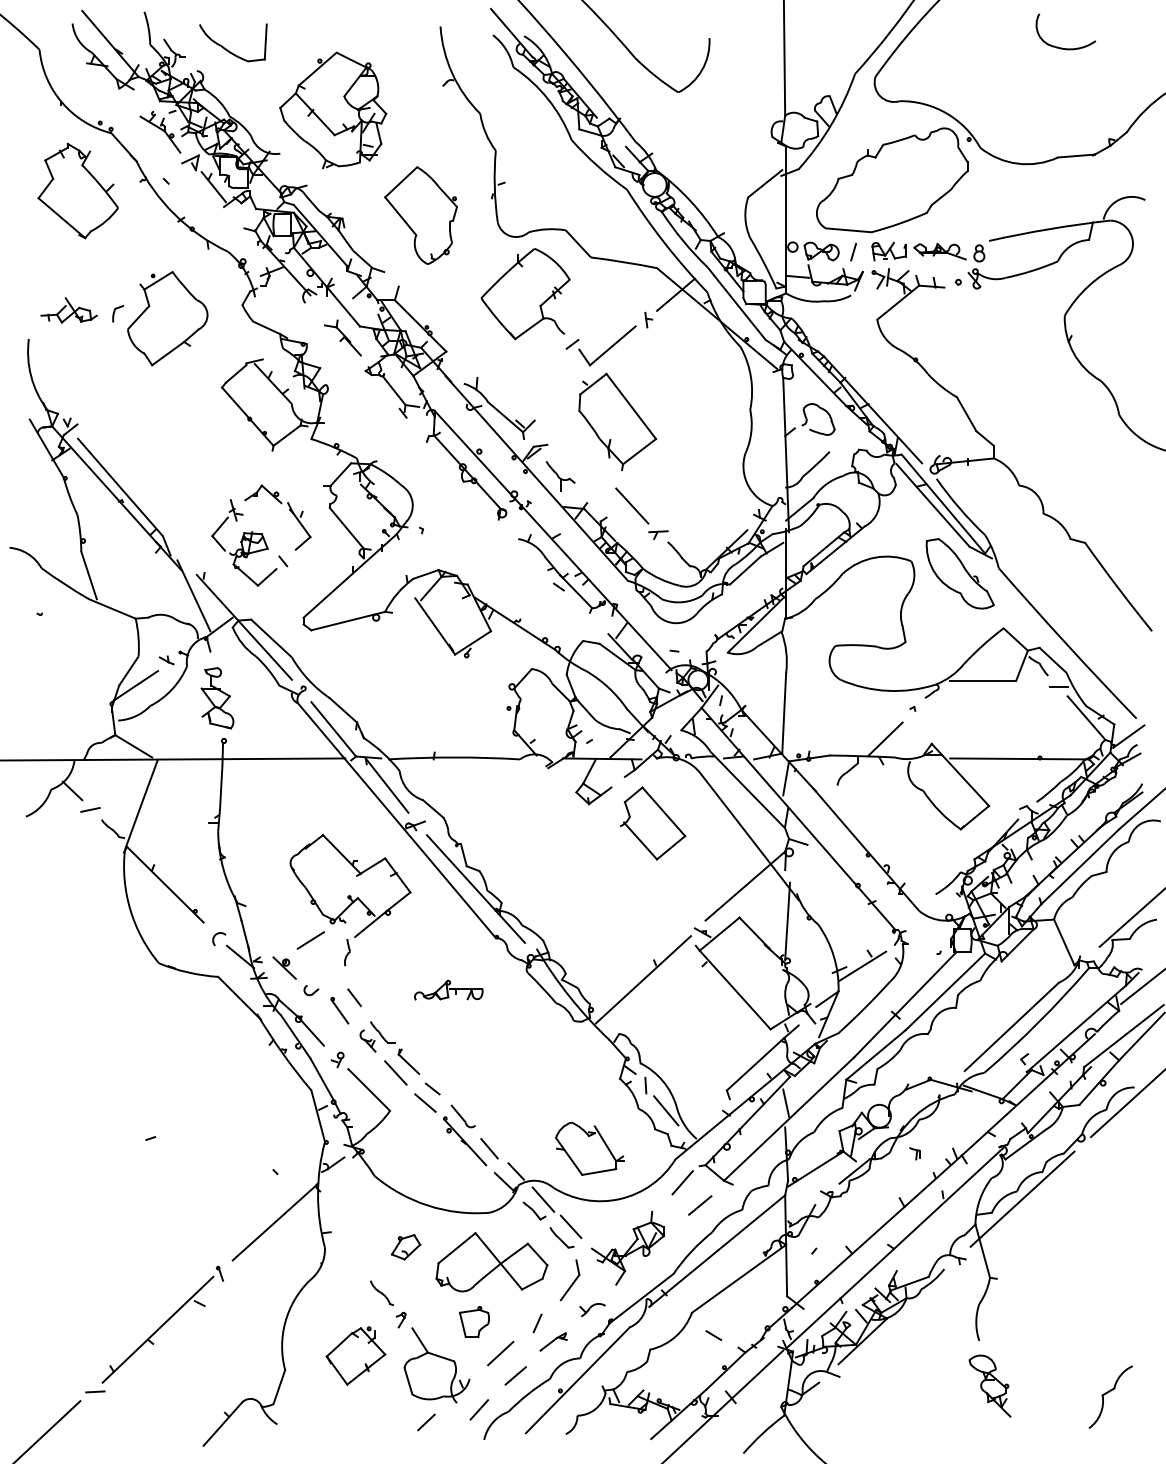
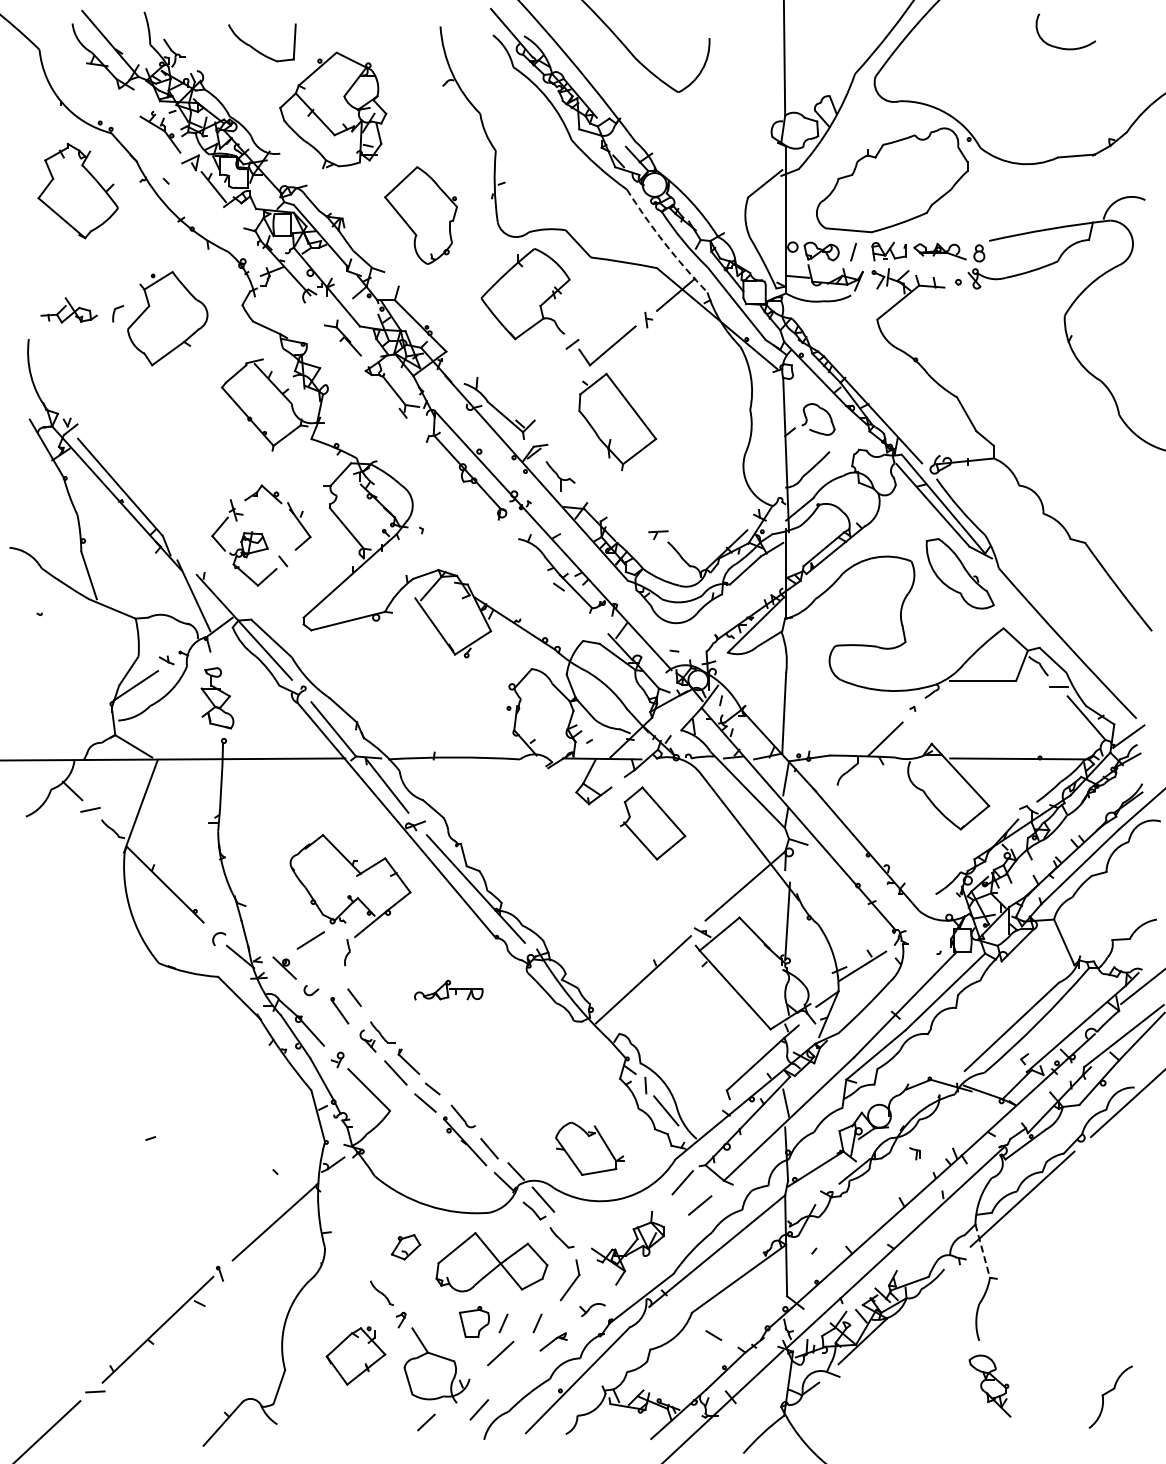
part at (229, 50) position: (229, 50) -> (258, 50)
arc at (664, 243): solid -> dashed
line at (632, 505): present -> none
line at (1130, 918): present -> none
line at (570, 1226): present -> none
line at (982, 1251): solid -> dashed
line at (503, 1323): none -> present
line at (515, 1375): present -> none
